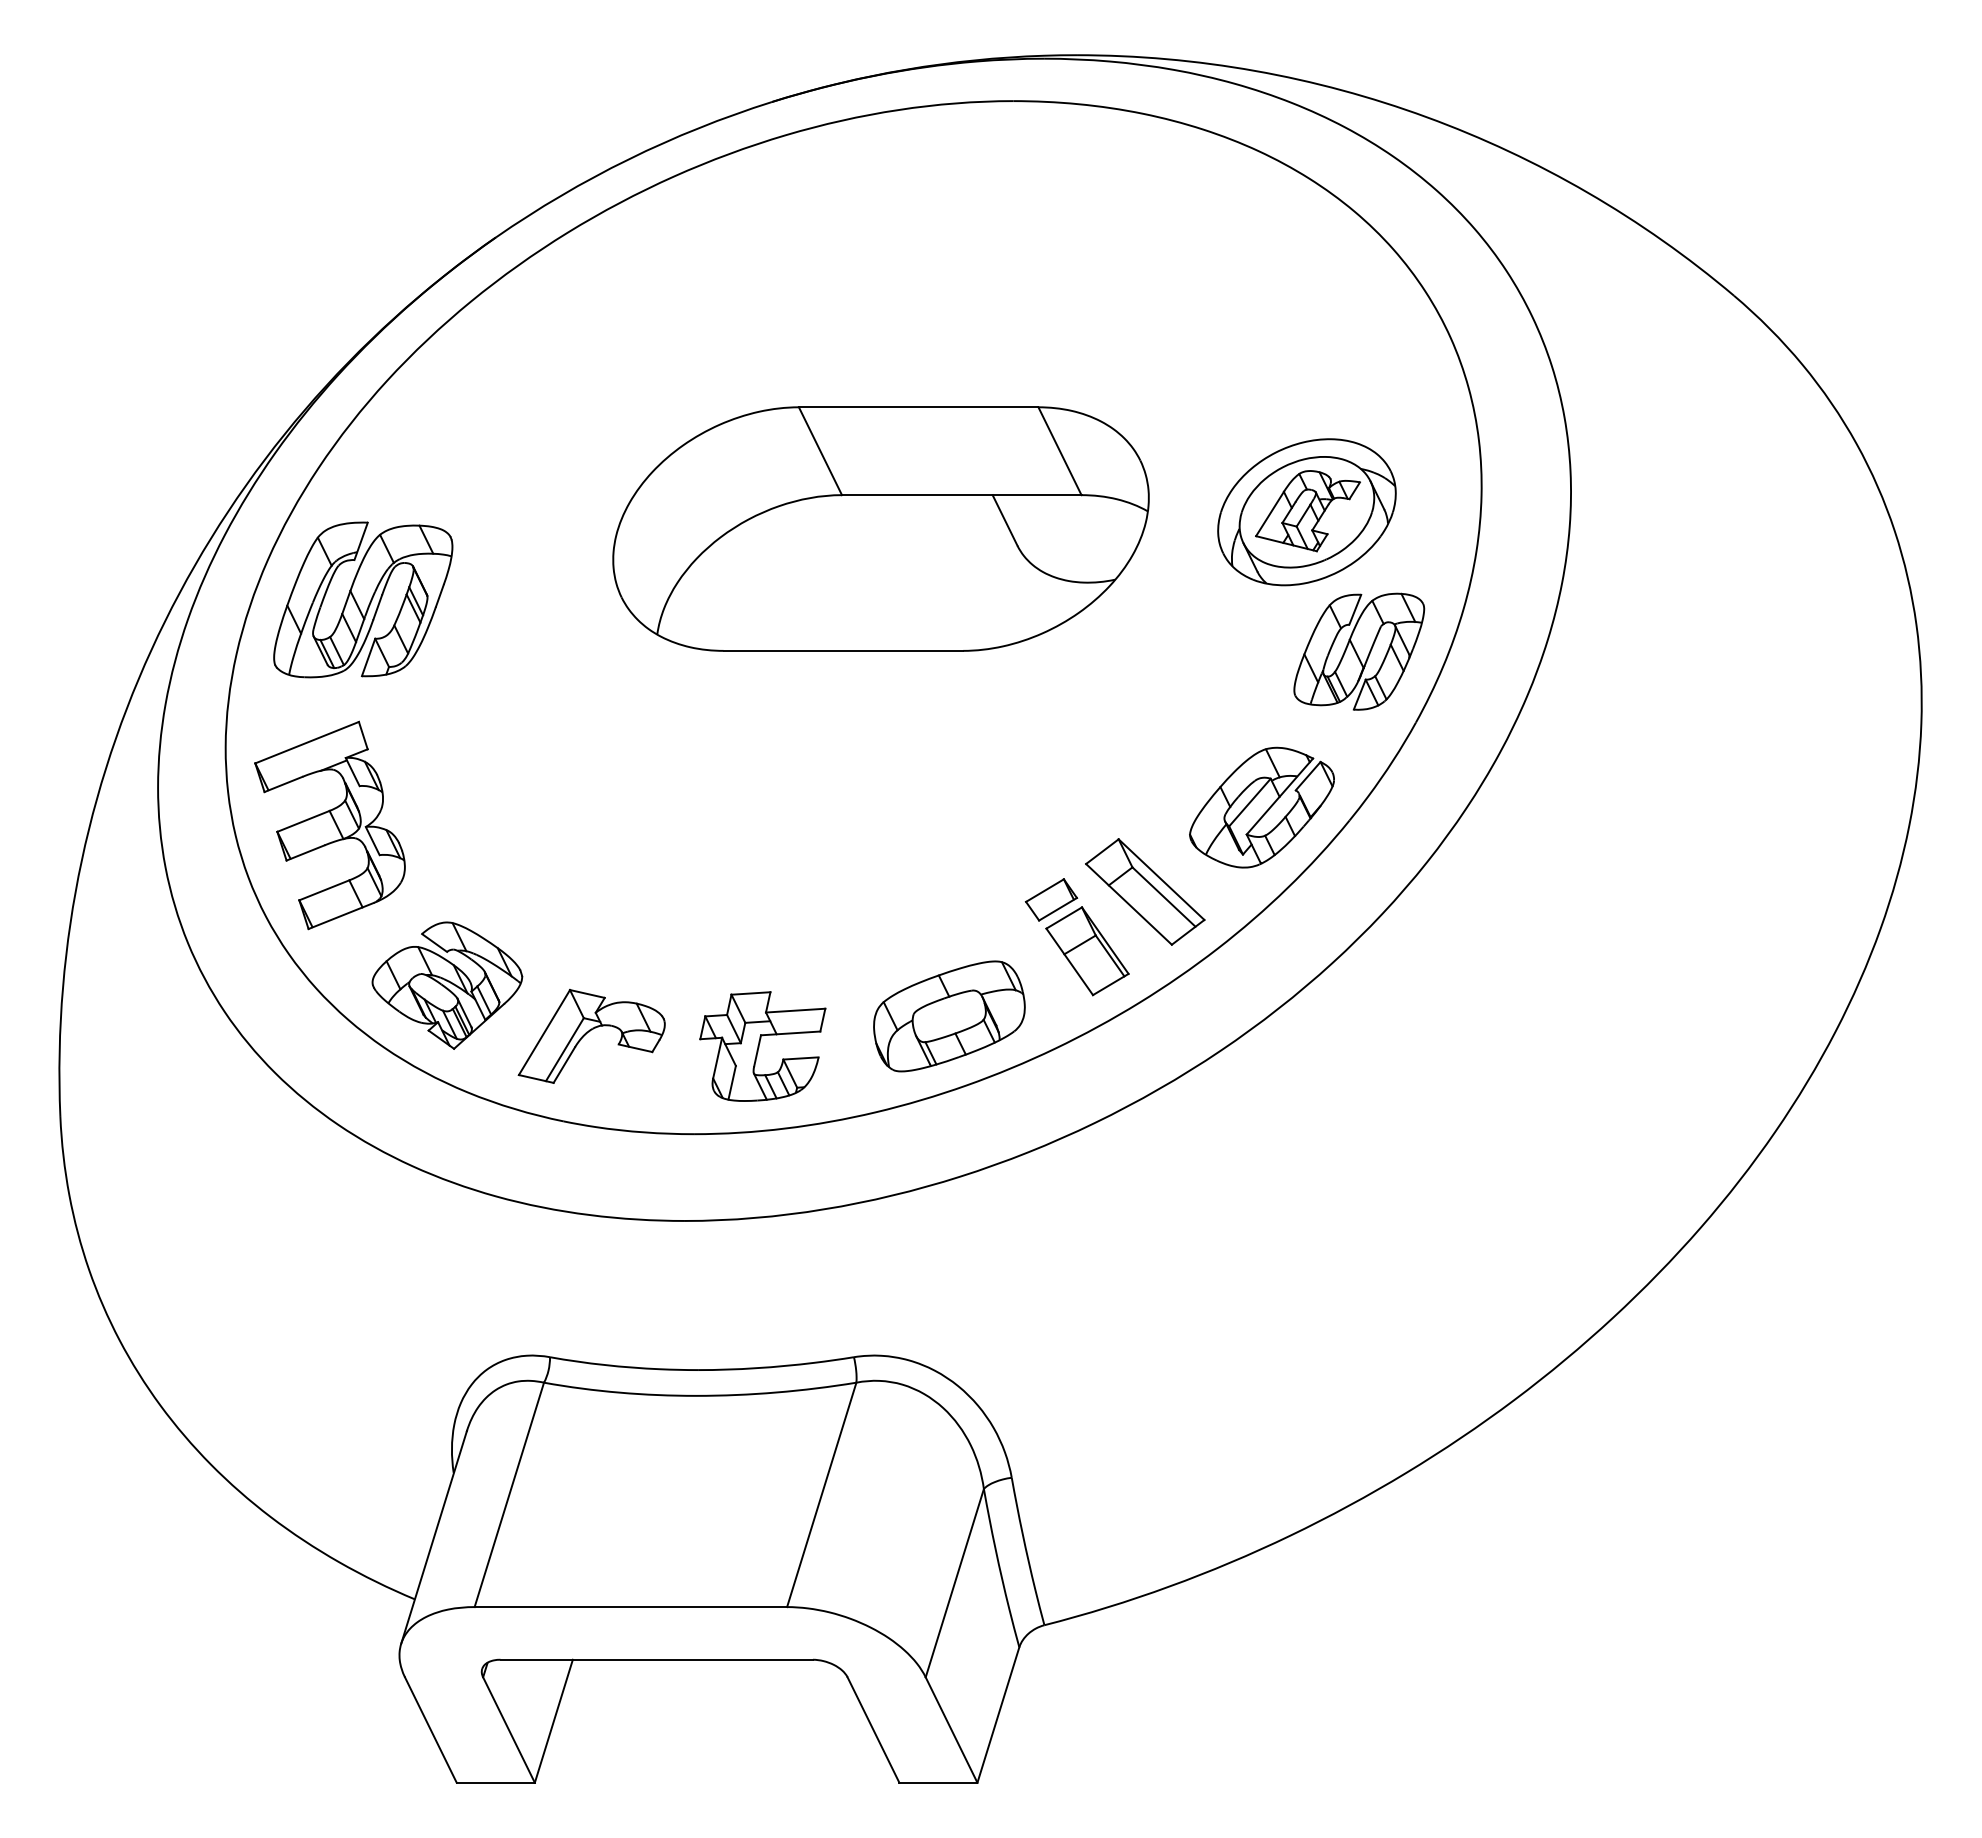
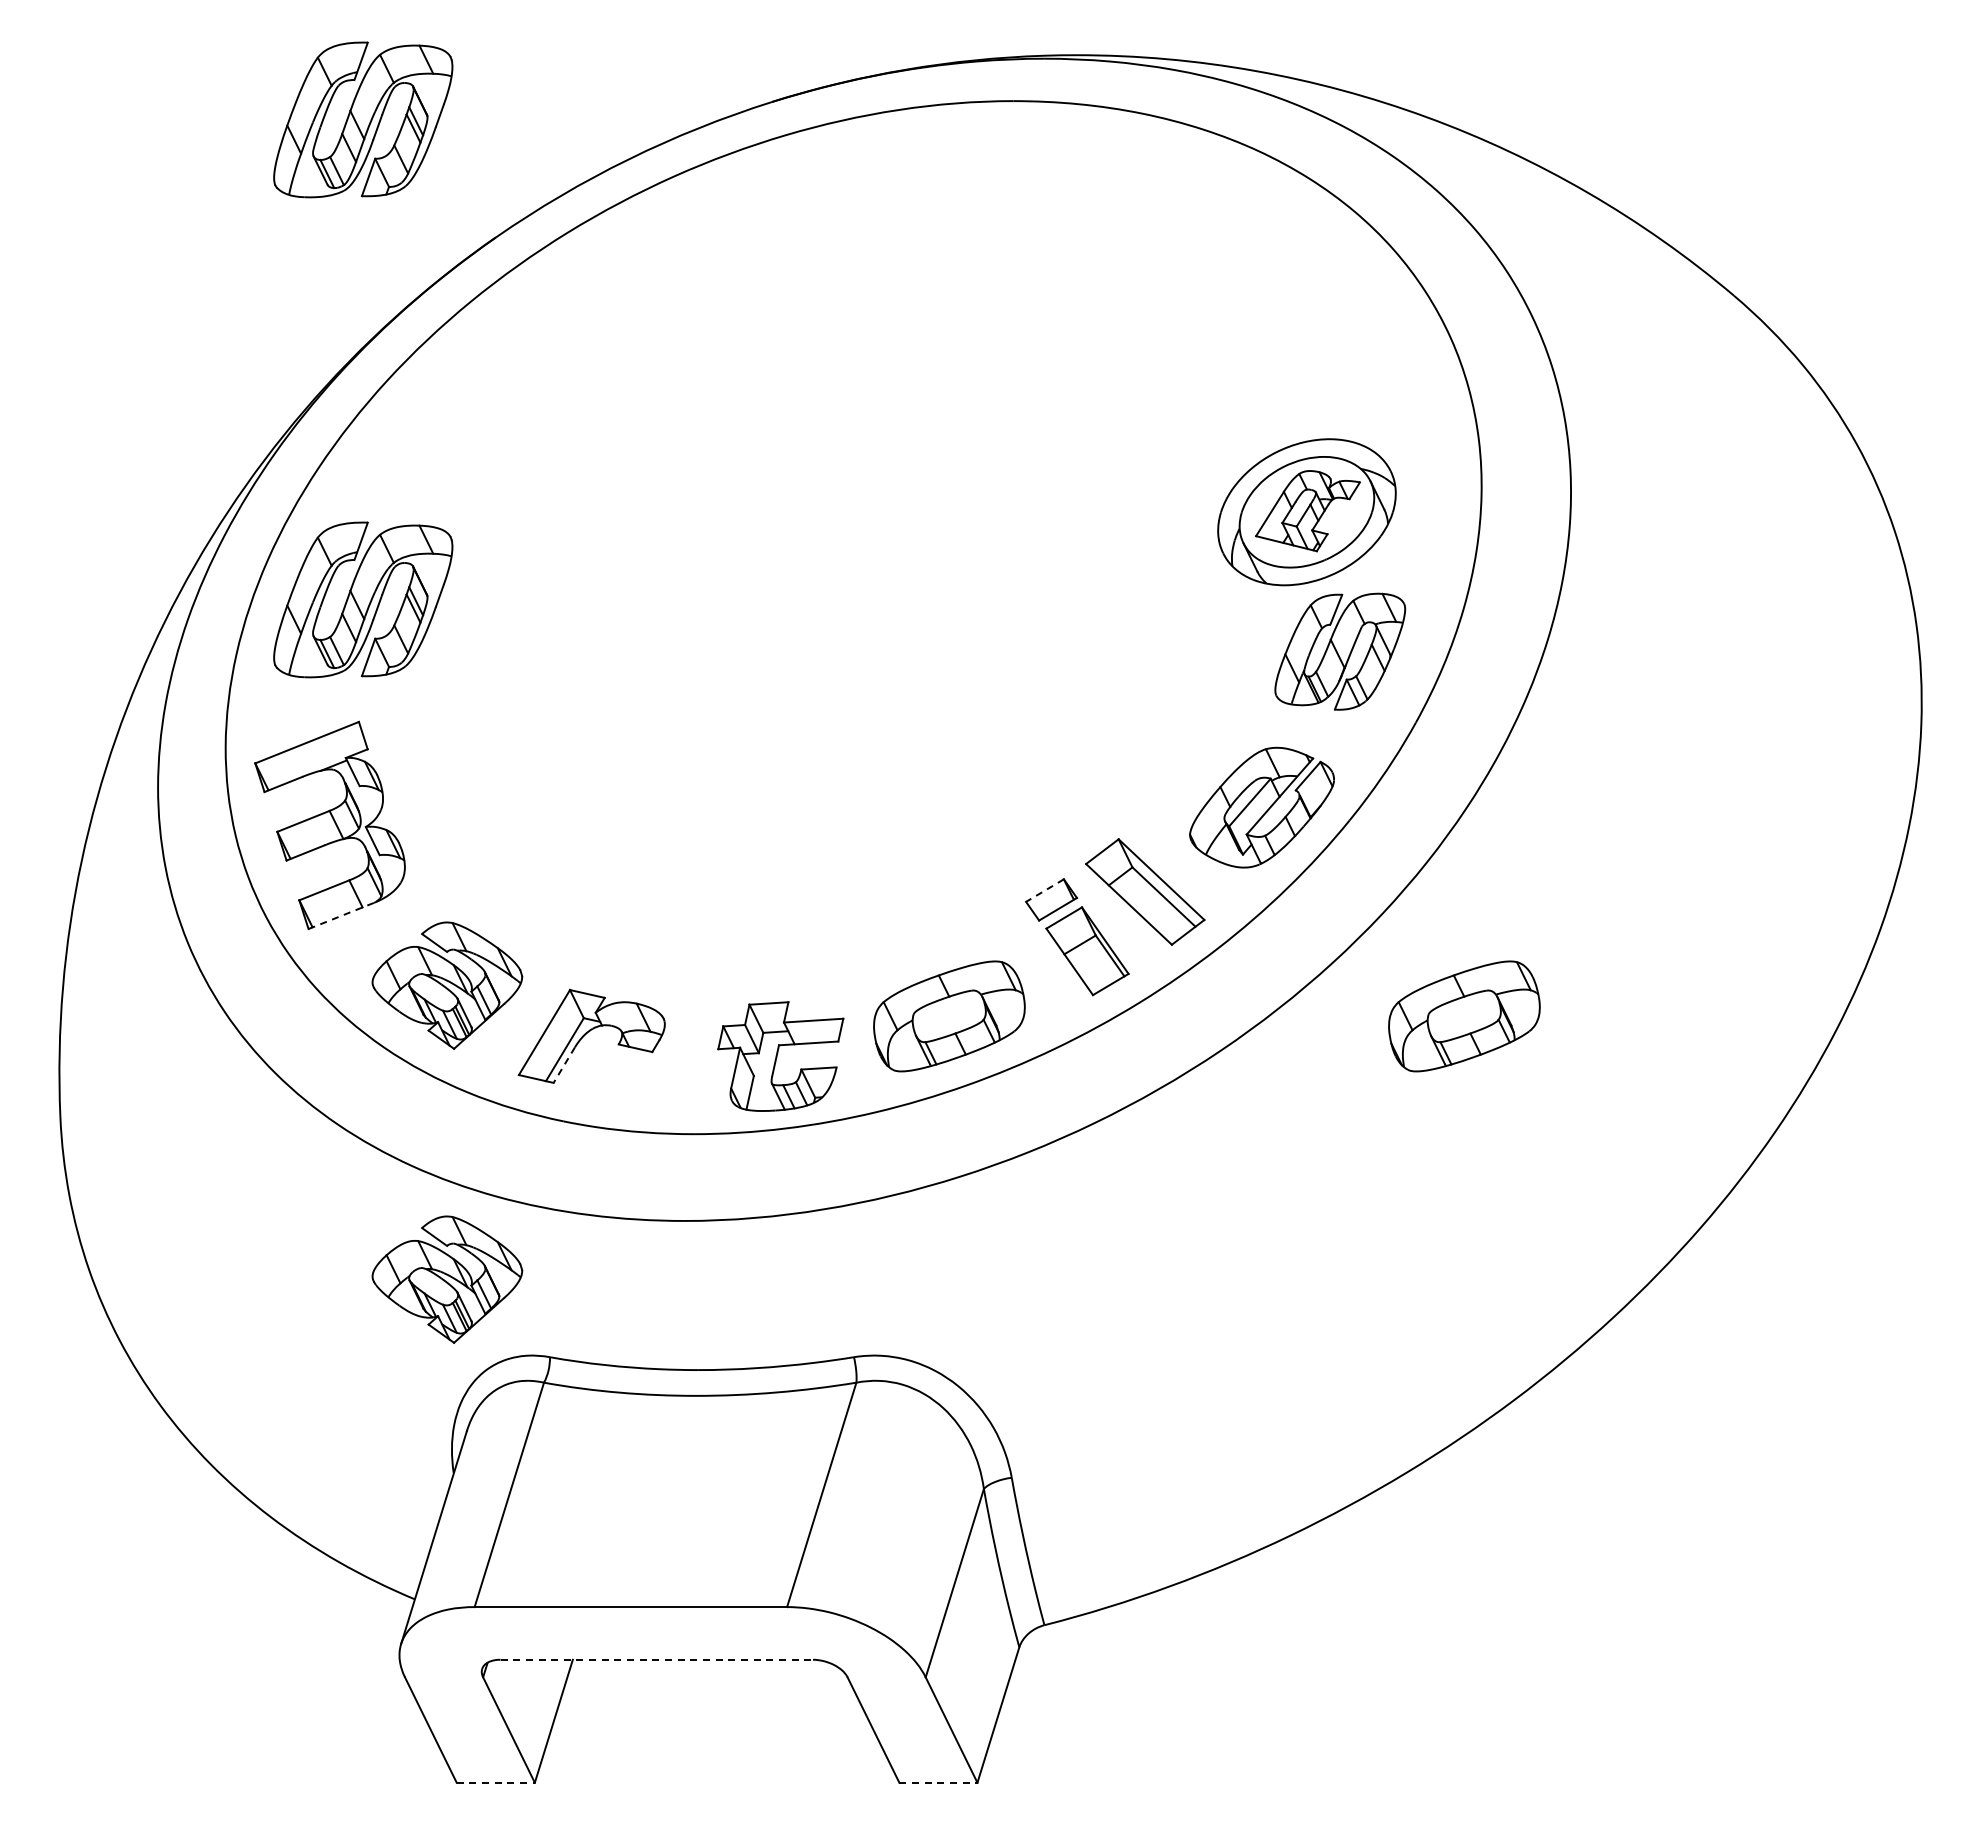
part at (363, 119): none -> present
part at (880, 528): present -> none
part at (1359, 651) position: (1359, 651) -> (1340, 651)
line at (1044, 890): solid -> dashed
line at (341, 915): solid -> dashed
part at (1464, 1016): none -> present
part at (762, 1046) position: (762, 1046) -> (780, 1056)
line at (564, 1065): solid -> dashed
part at (447, 1279): none -> present
line at (657, 1659): solid -> dashed
line at (496, 1782): solid -> dashed
line at (938, 1782): solid -> dashed
